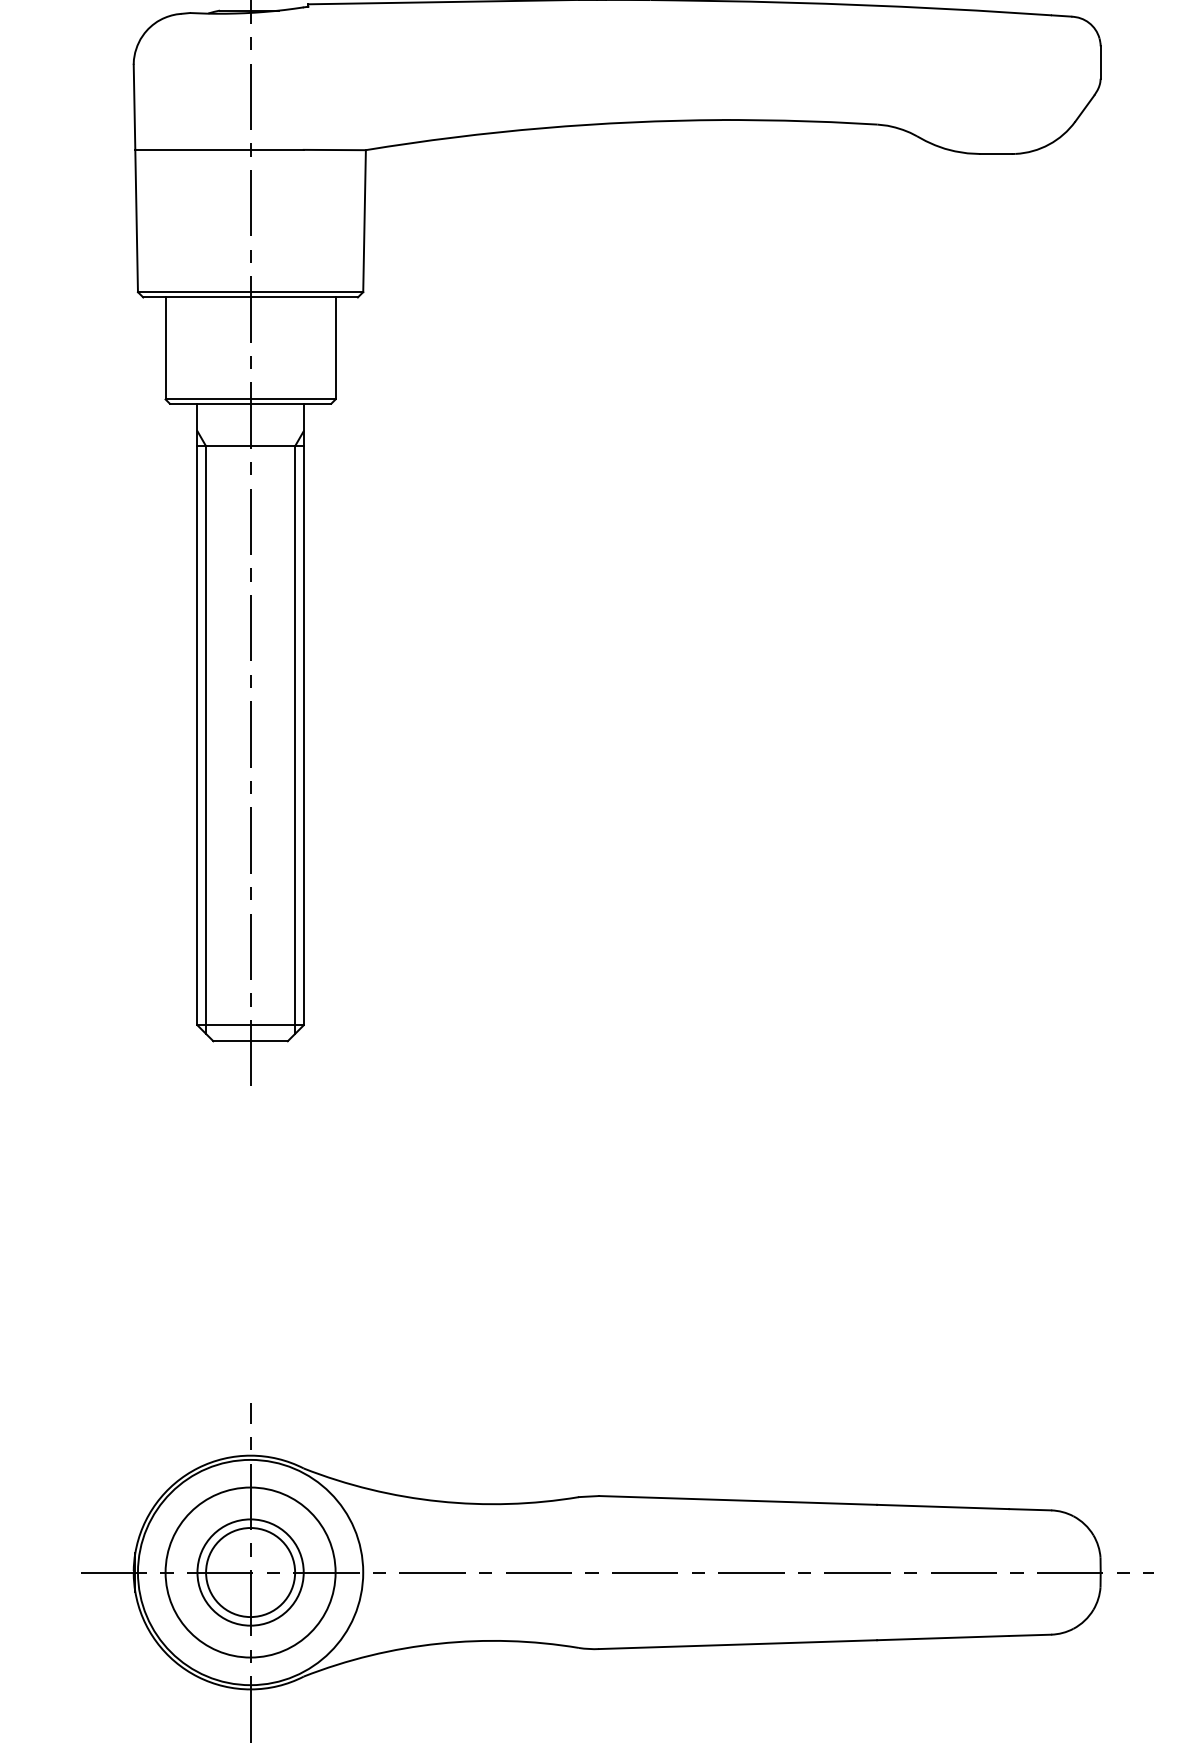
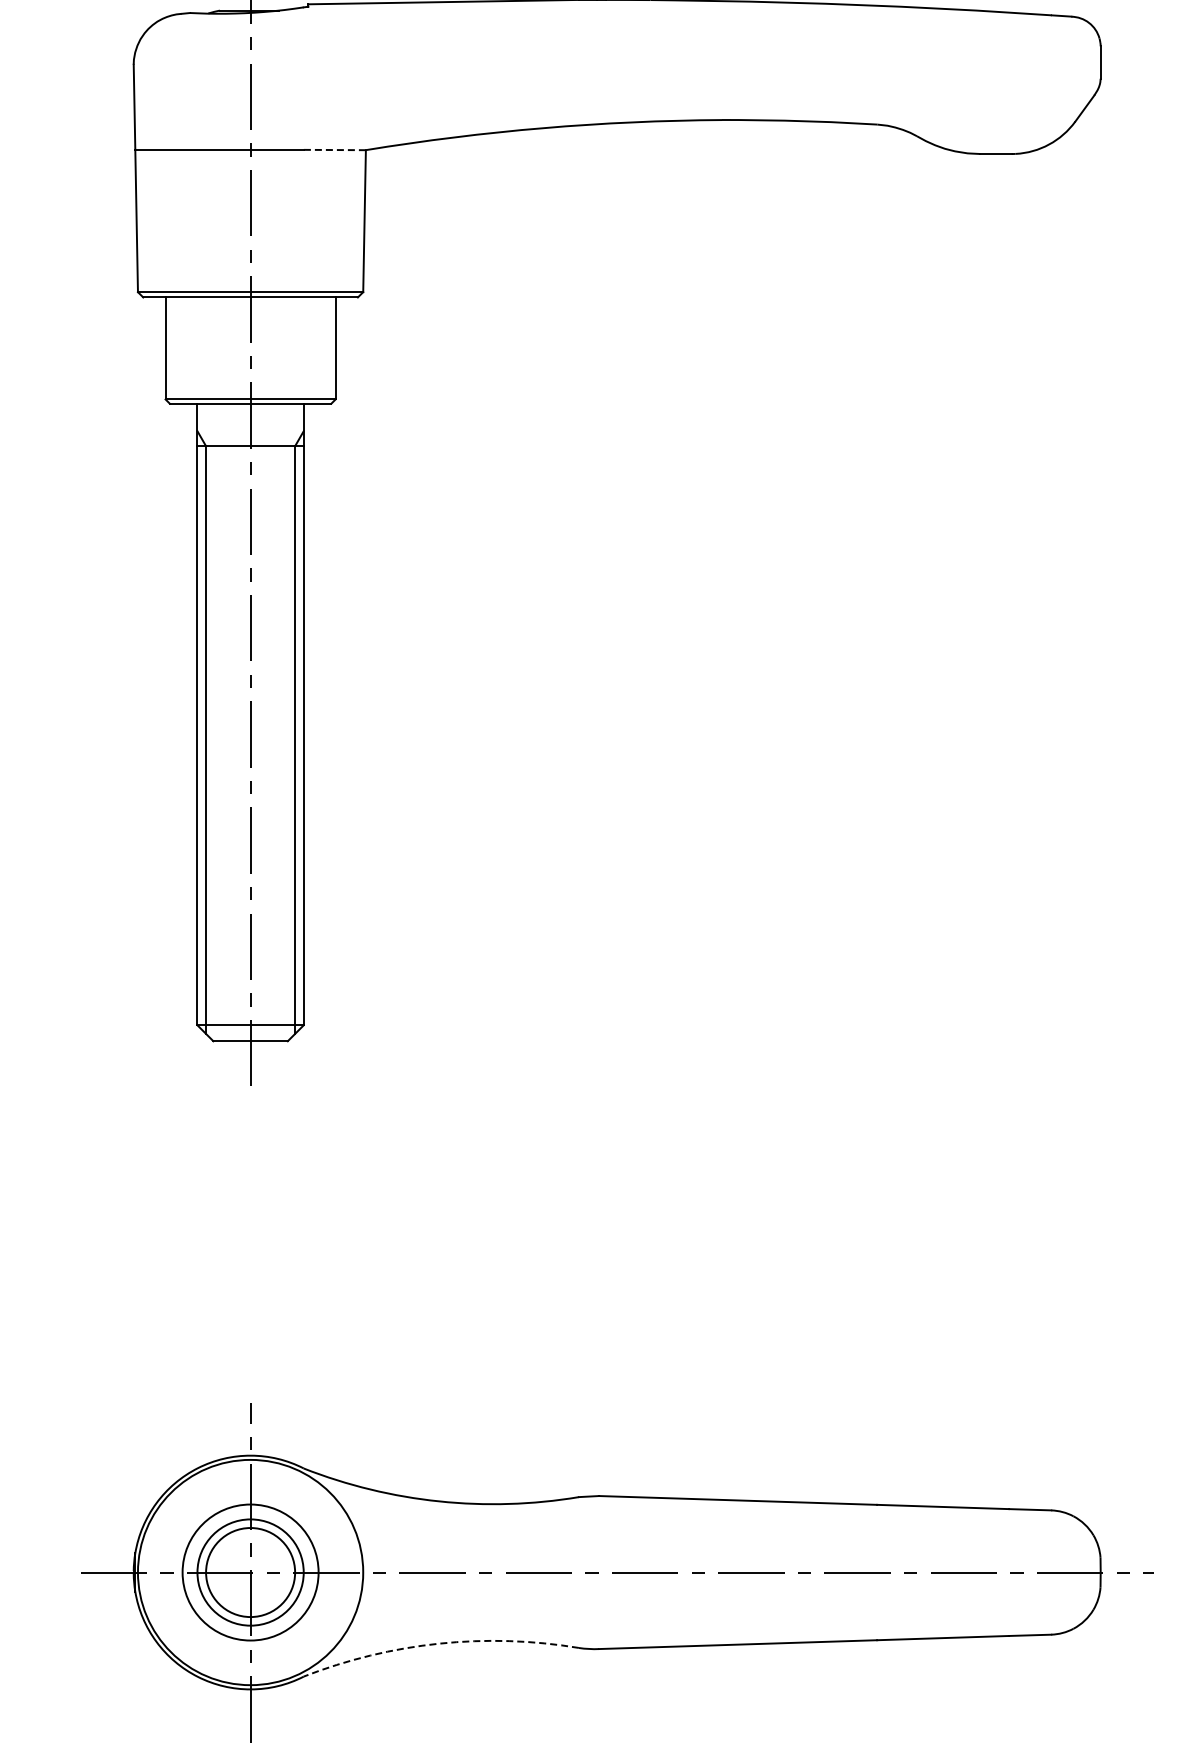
line at (334, 150): solid -> dashed
circle at (250, 1572) diameter: 170 px -> 136 px
arc at (439, 1643): solid -> dashed
